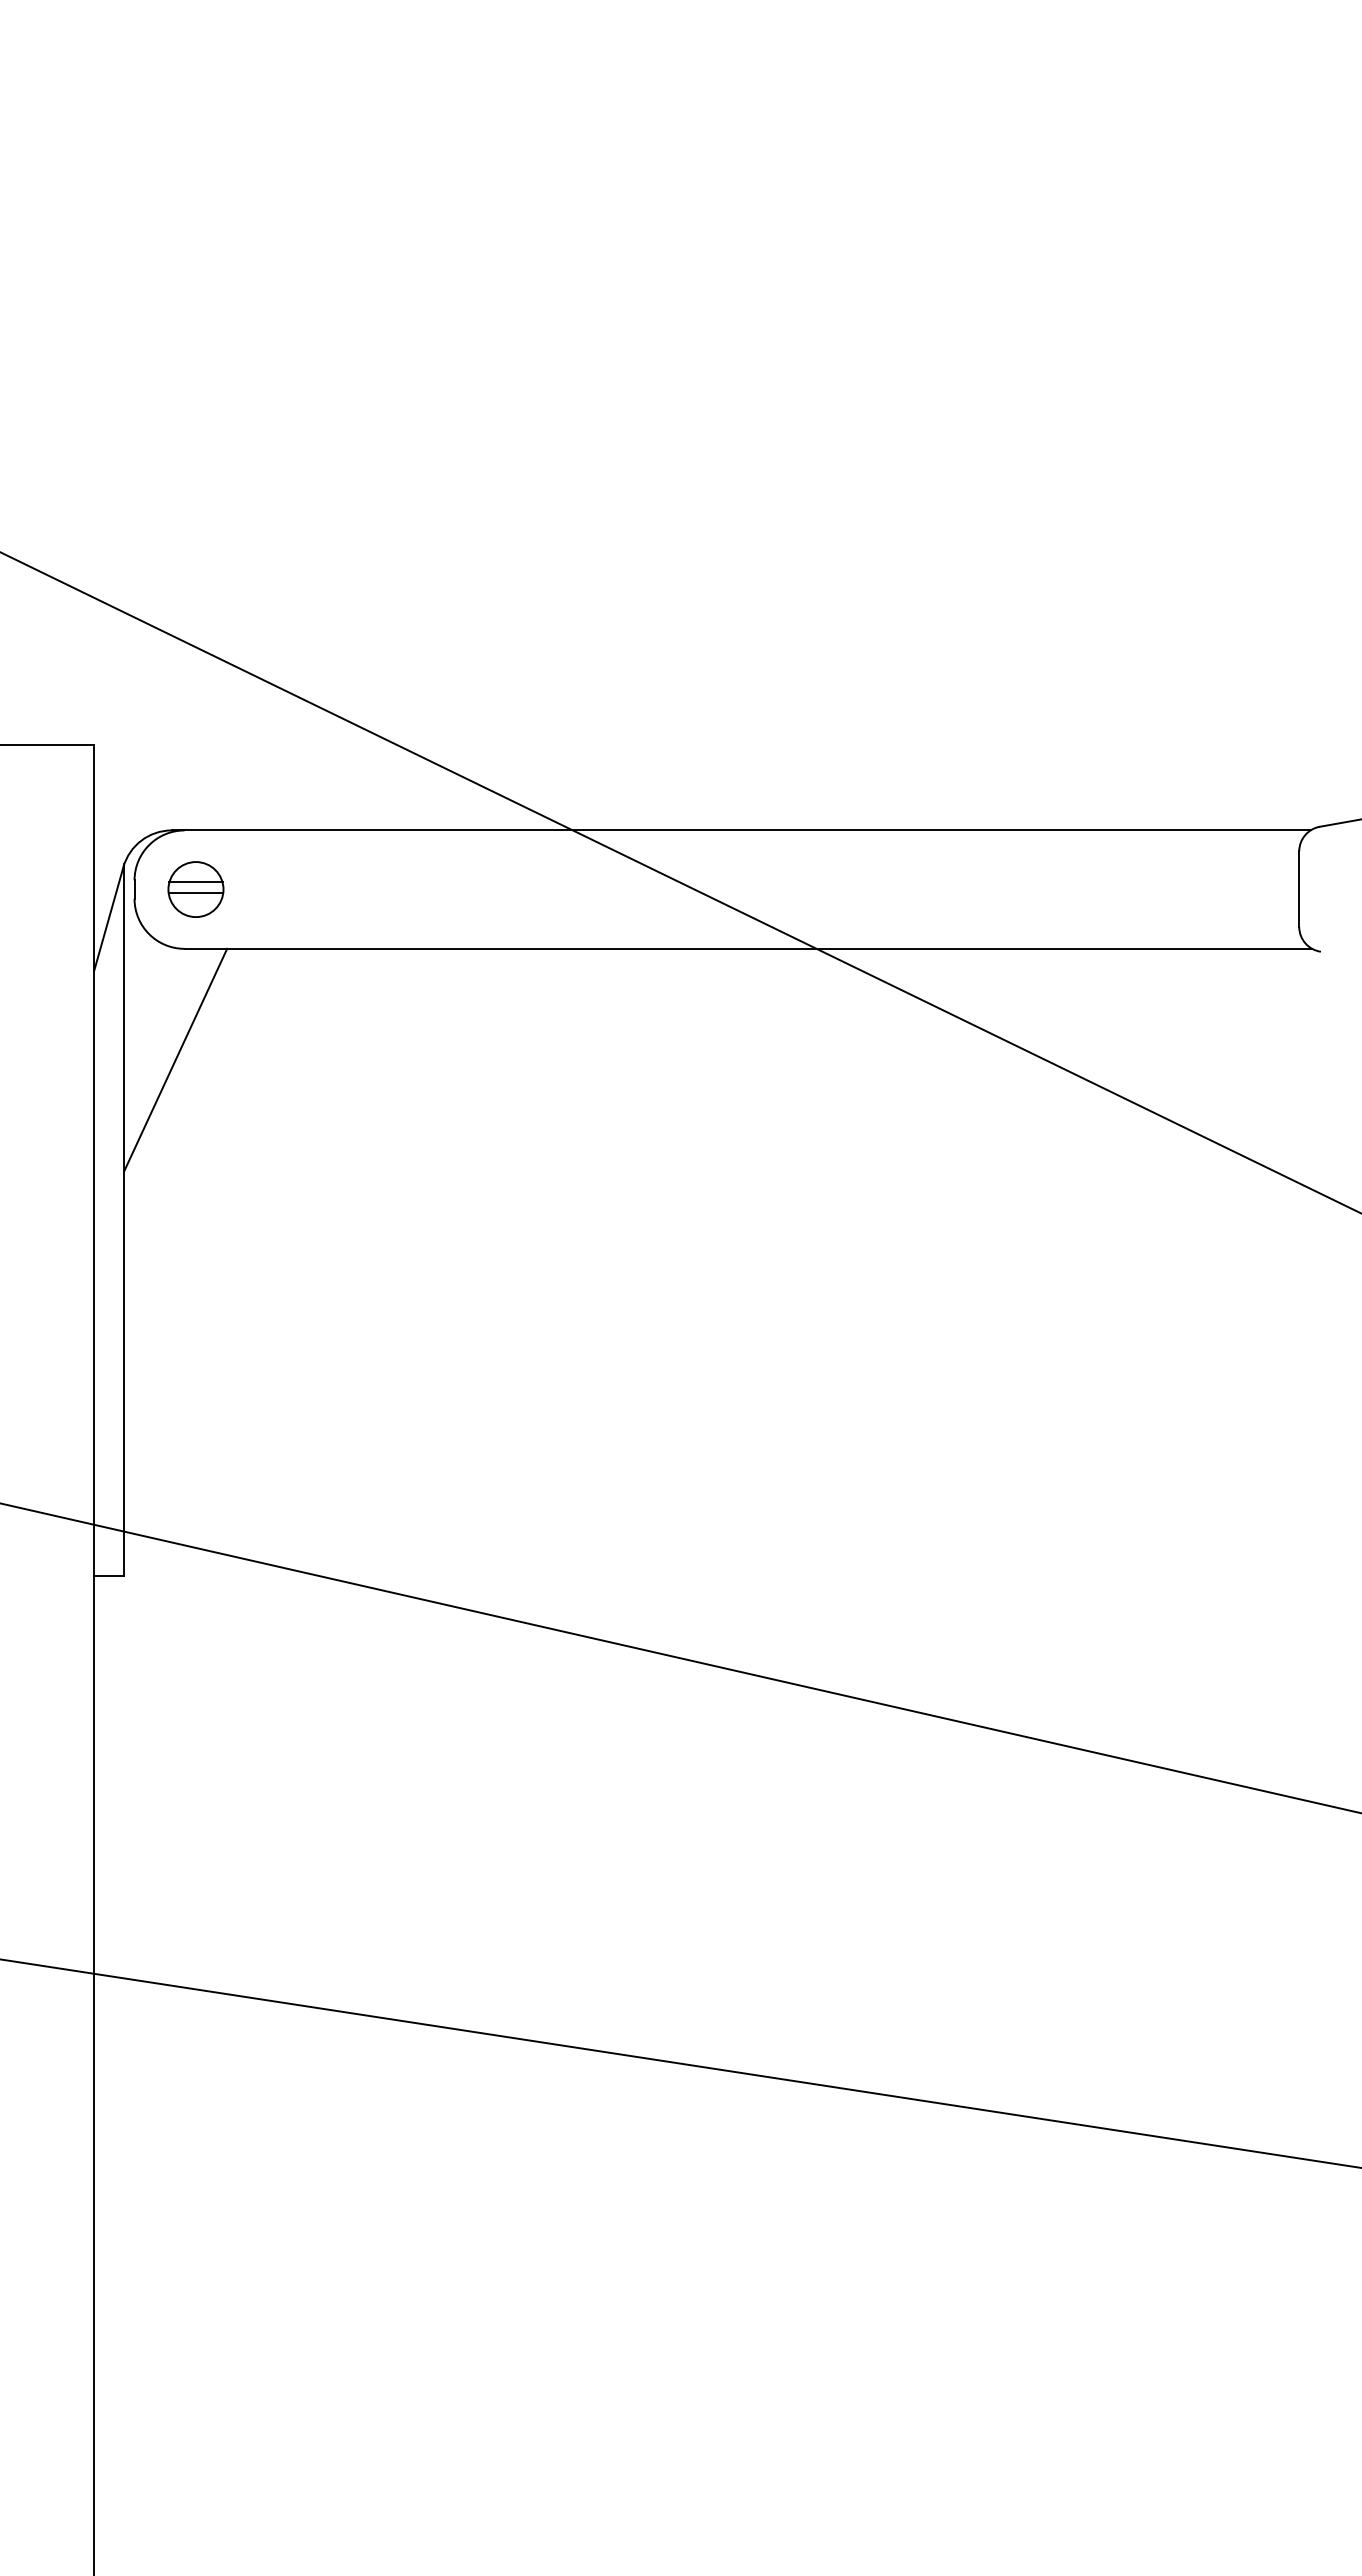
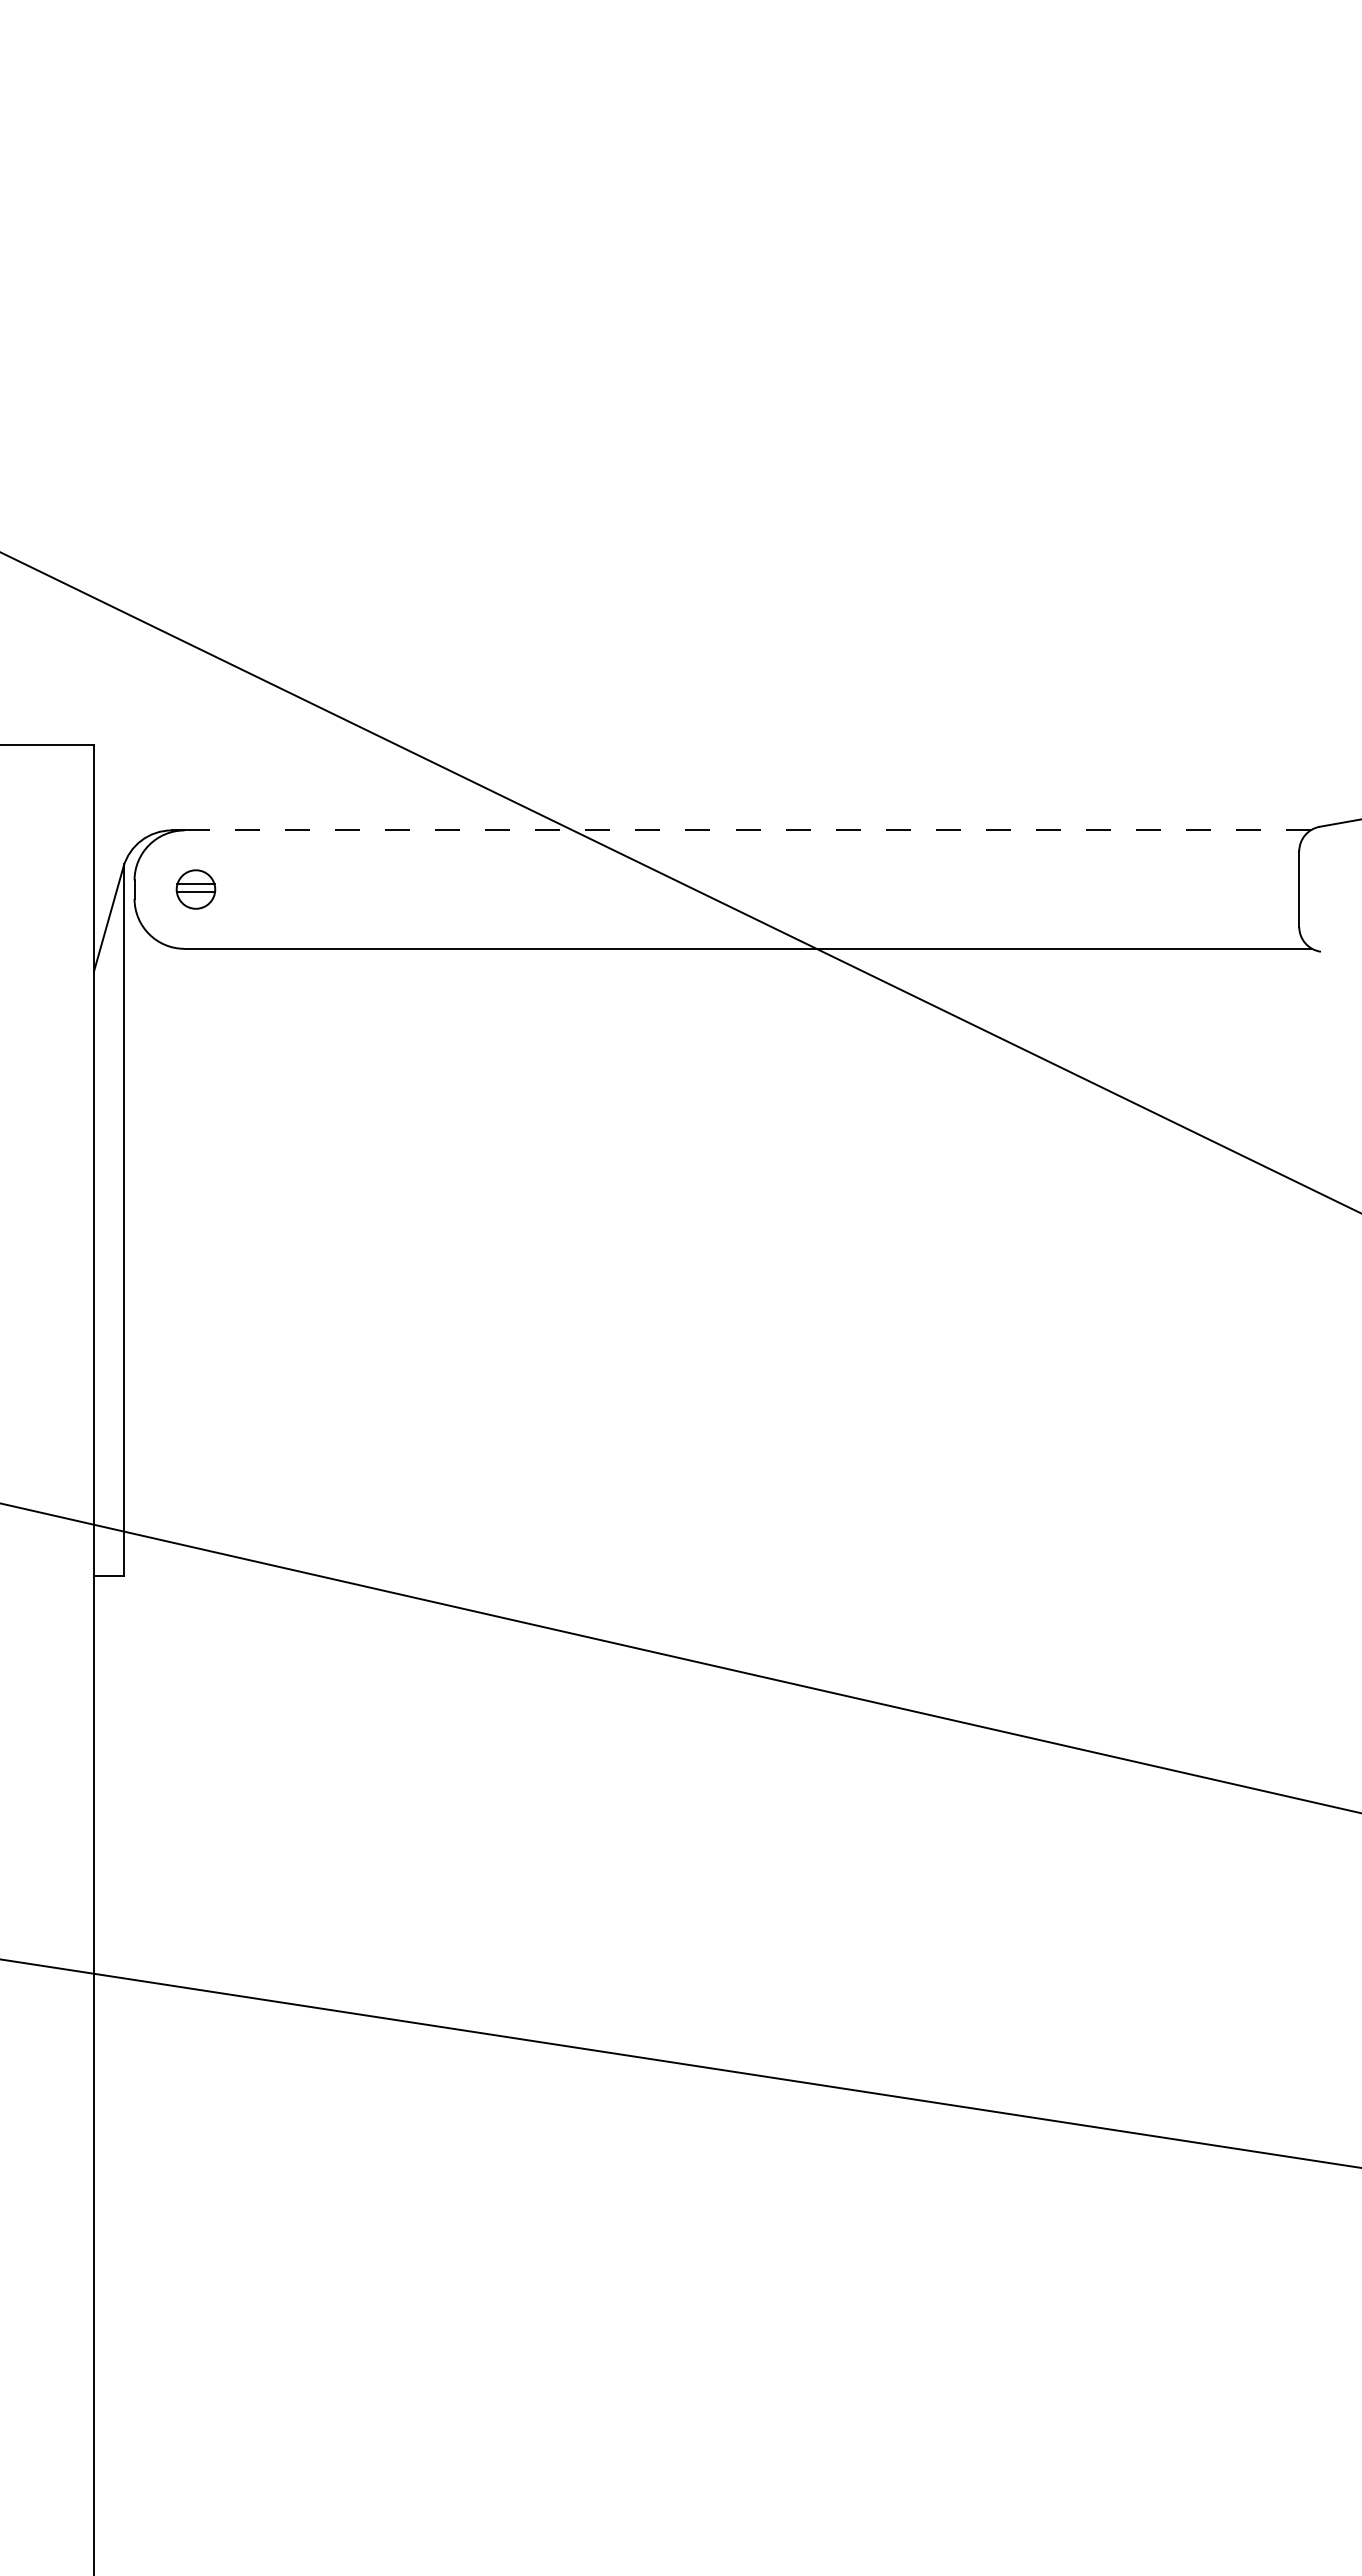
line at (747, 830): solid -> dashed
part at (195, 889) size: 58x57 px -> 42x41 px
line at (175, 1059): present -> none
